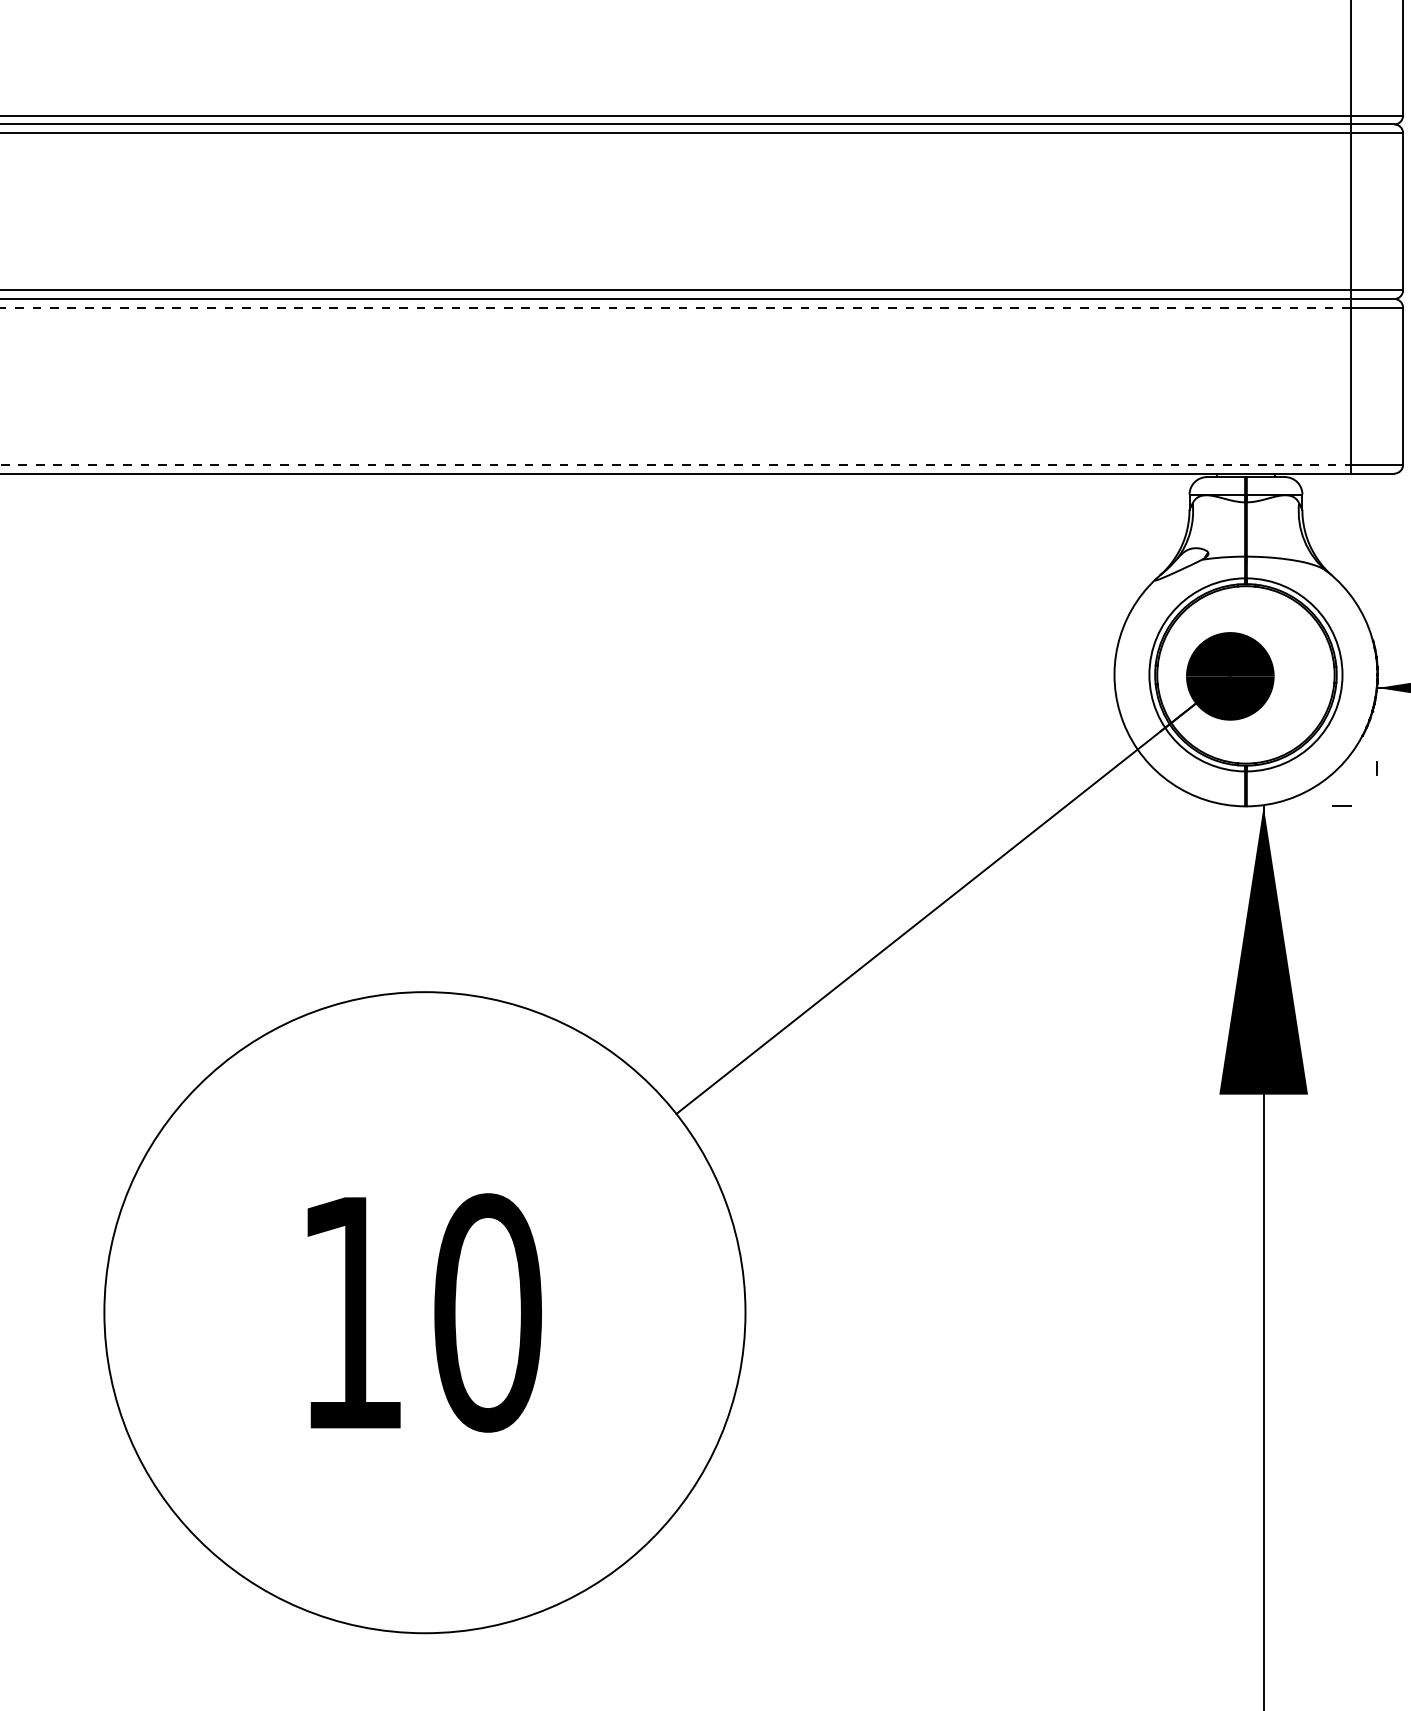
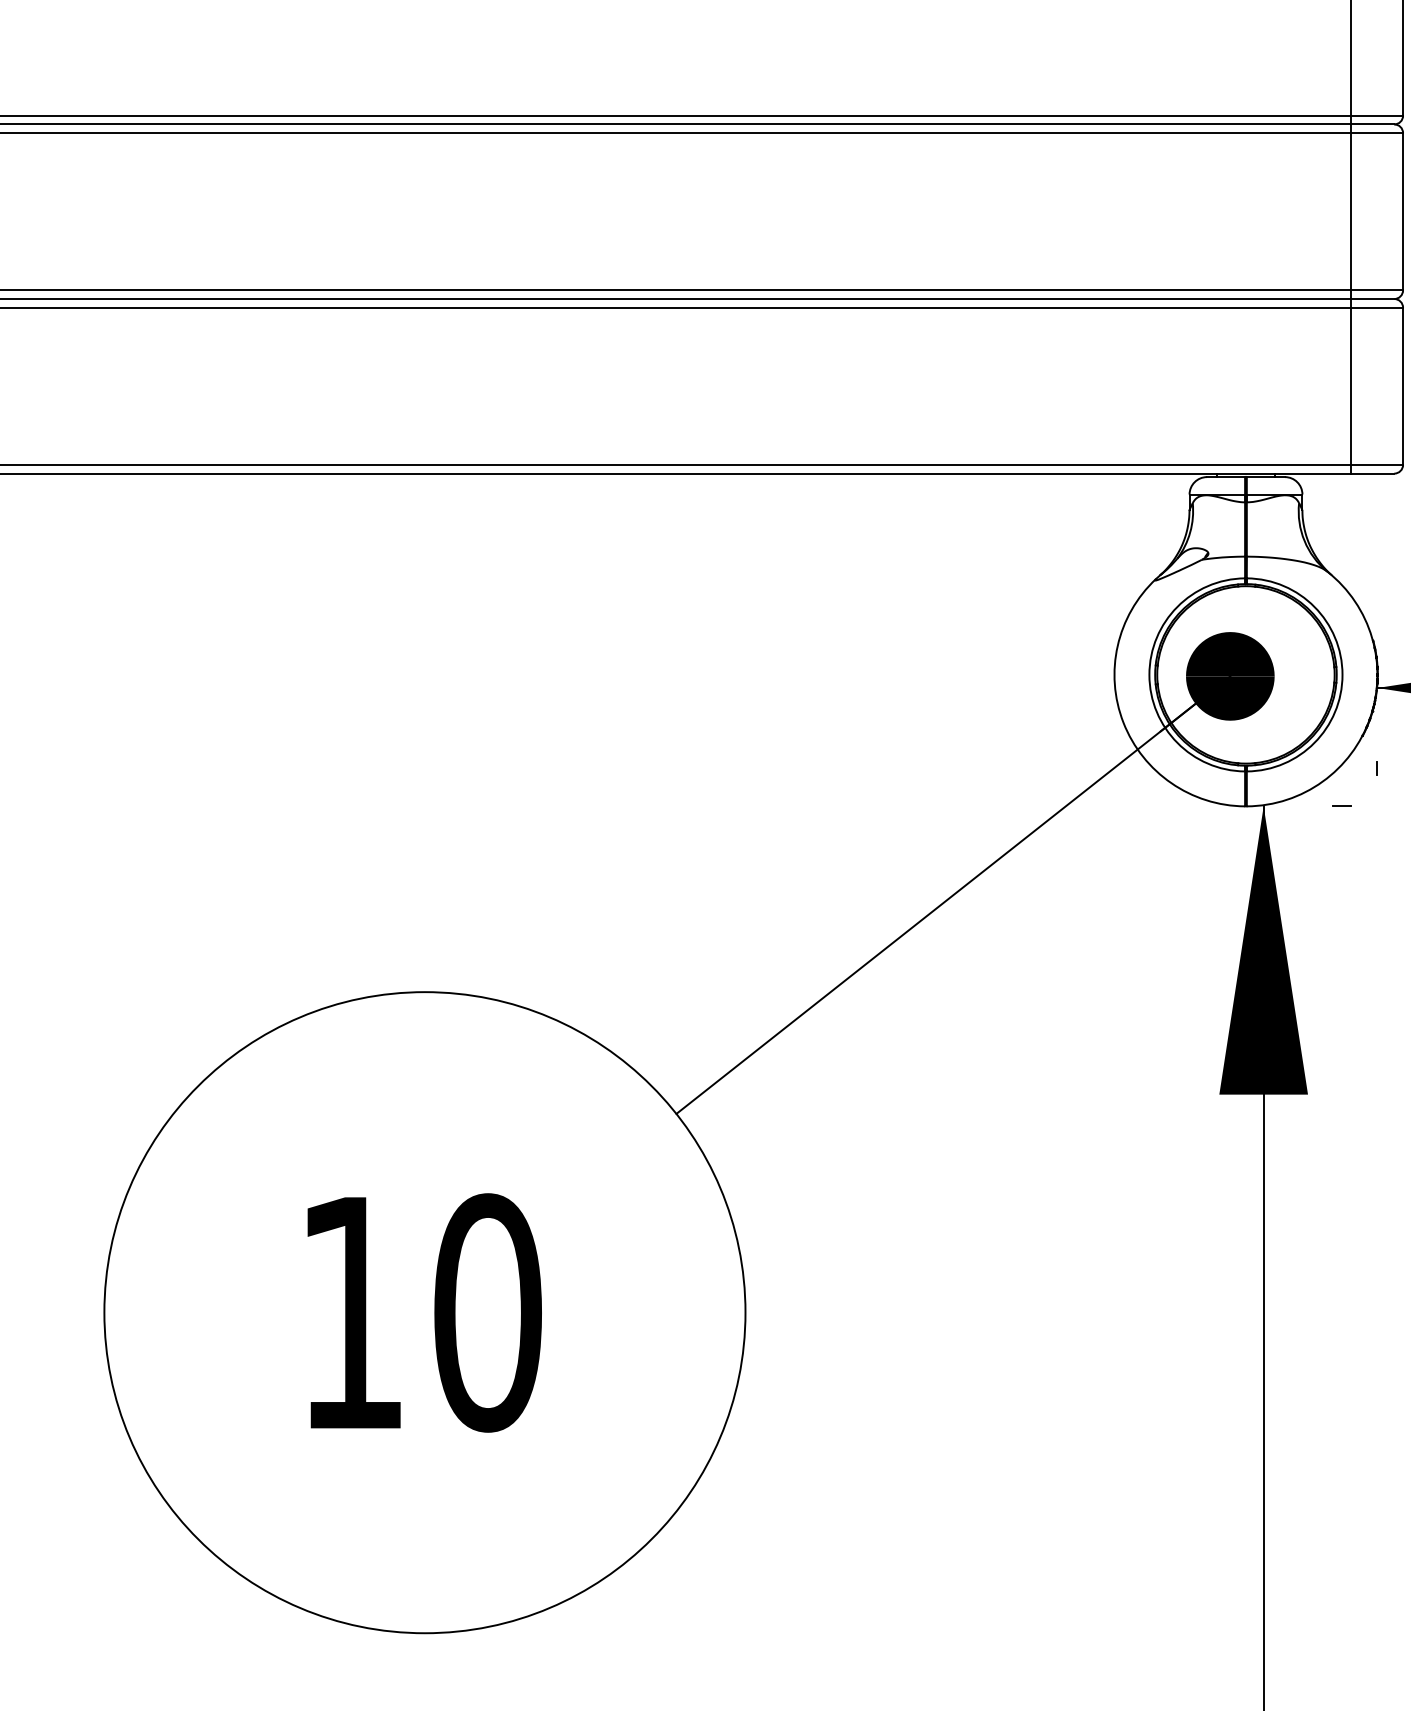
line at (675, 307): dashed -> solid
line at (675, 464): dashed -> solid
